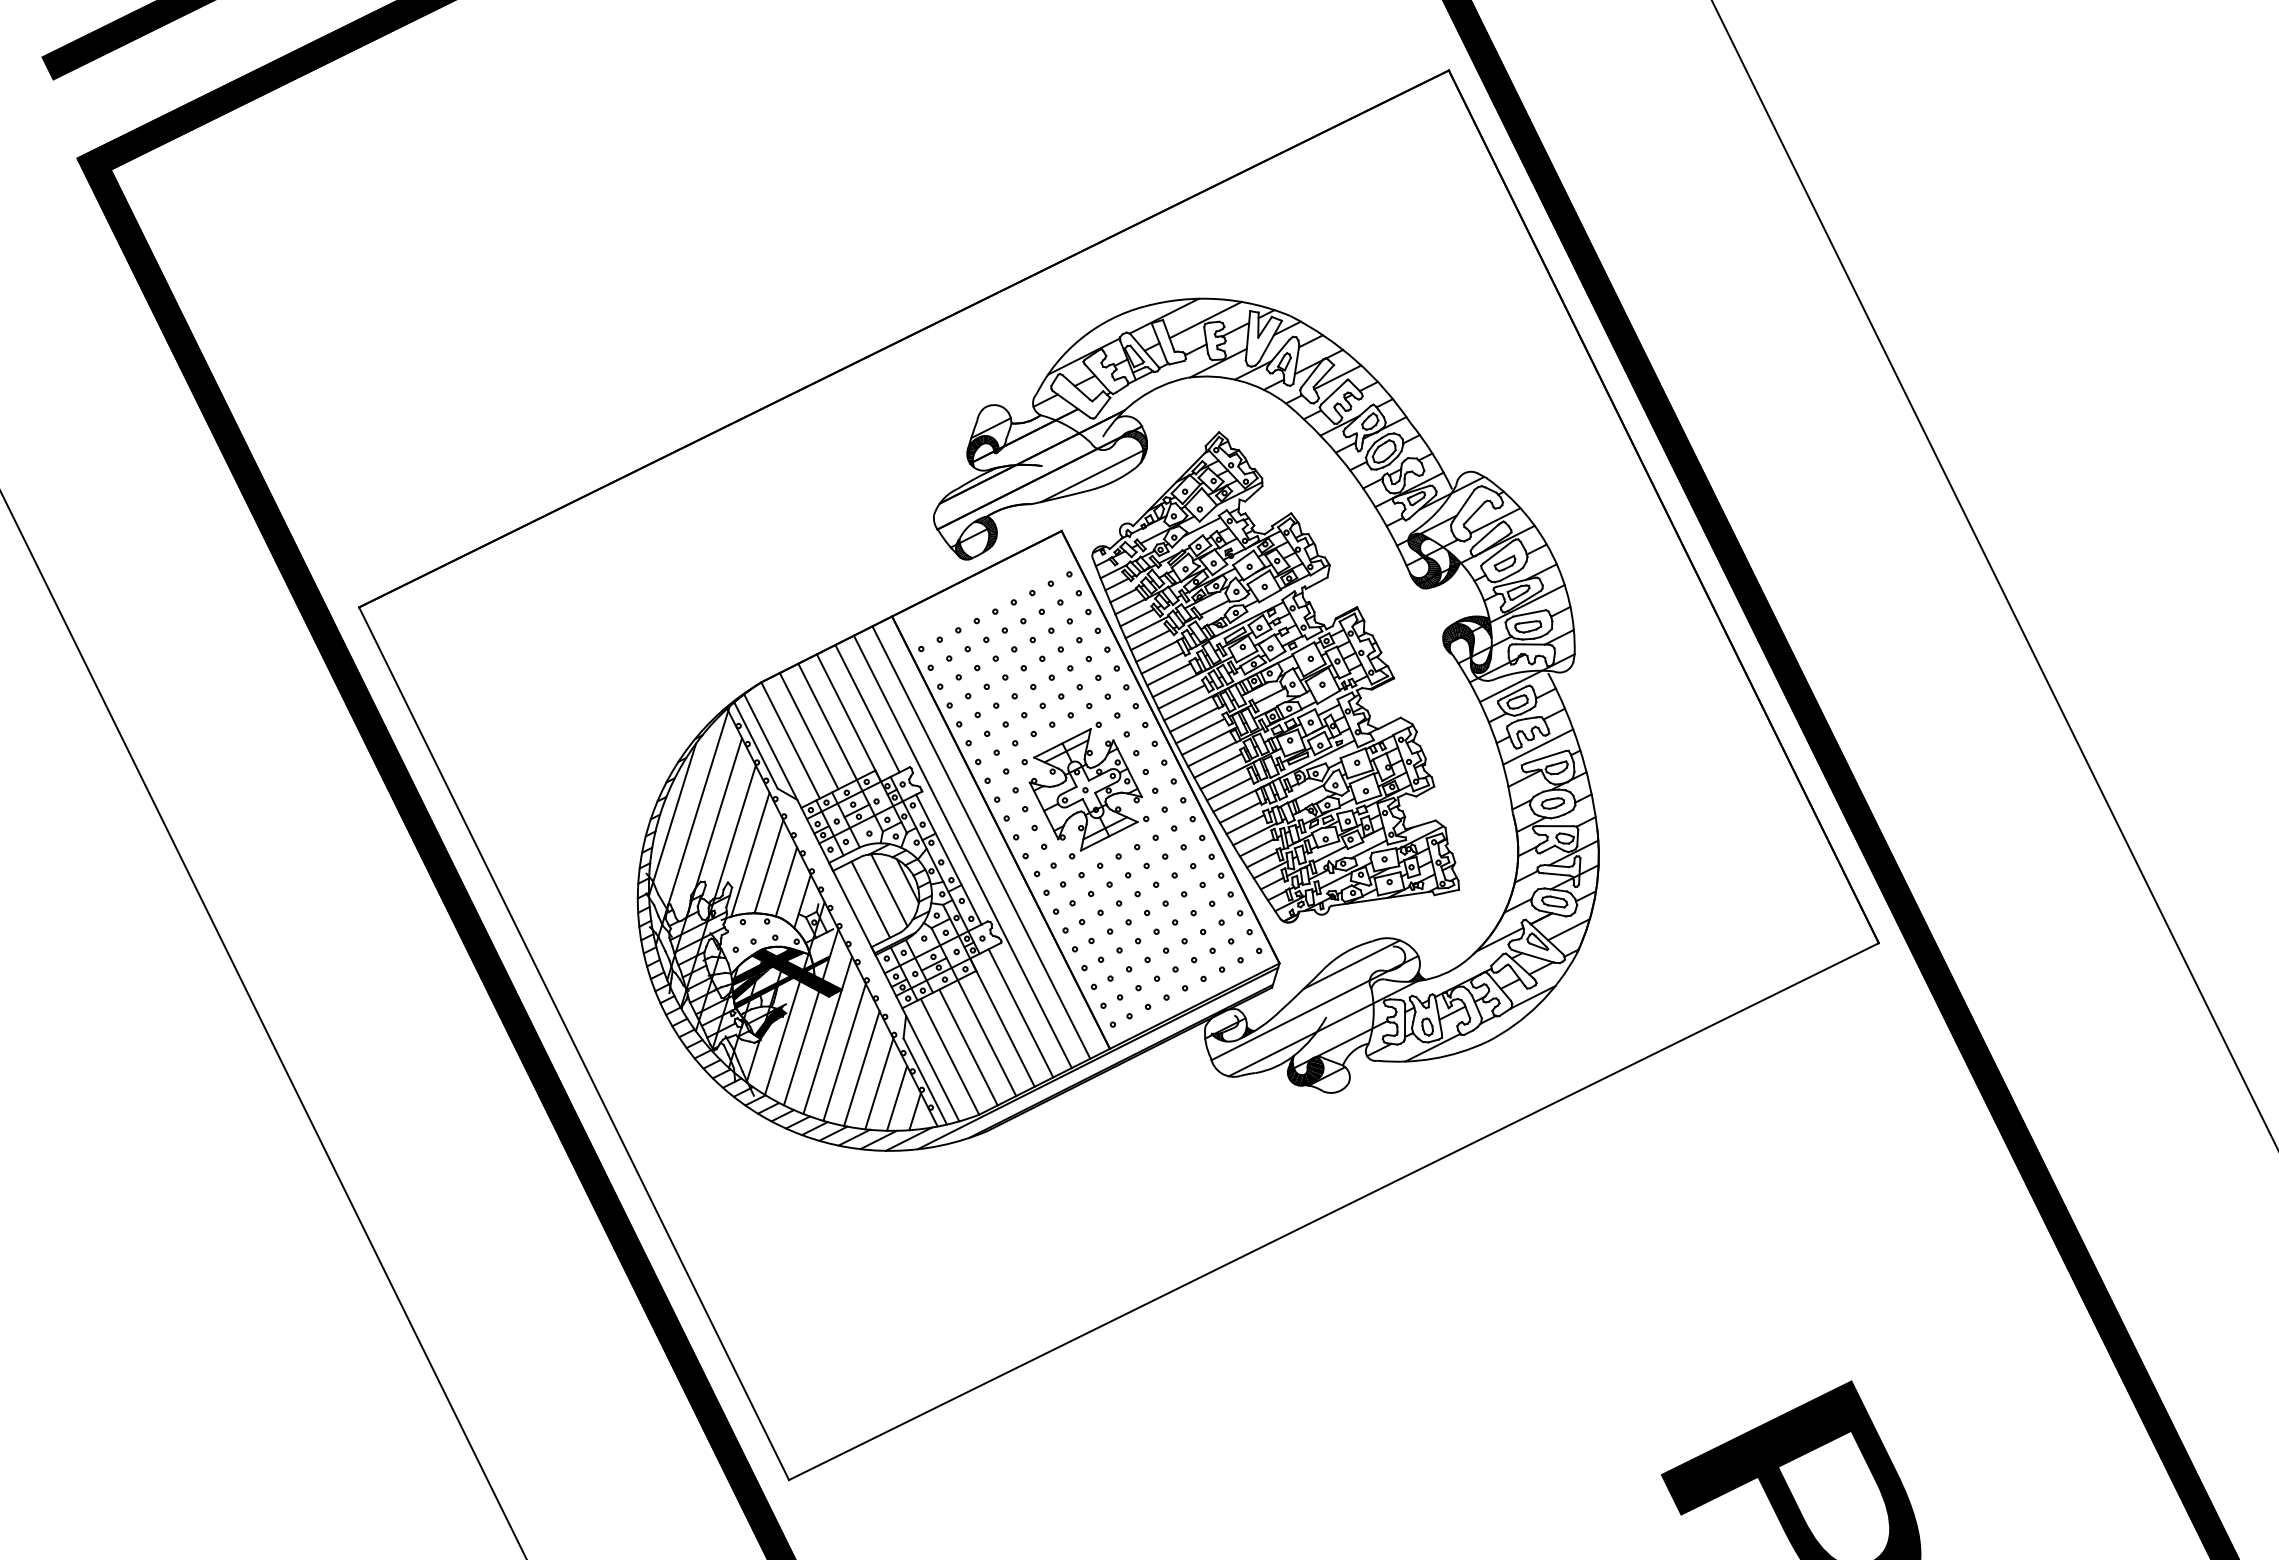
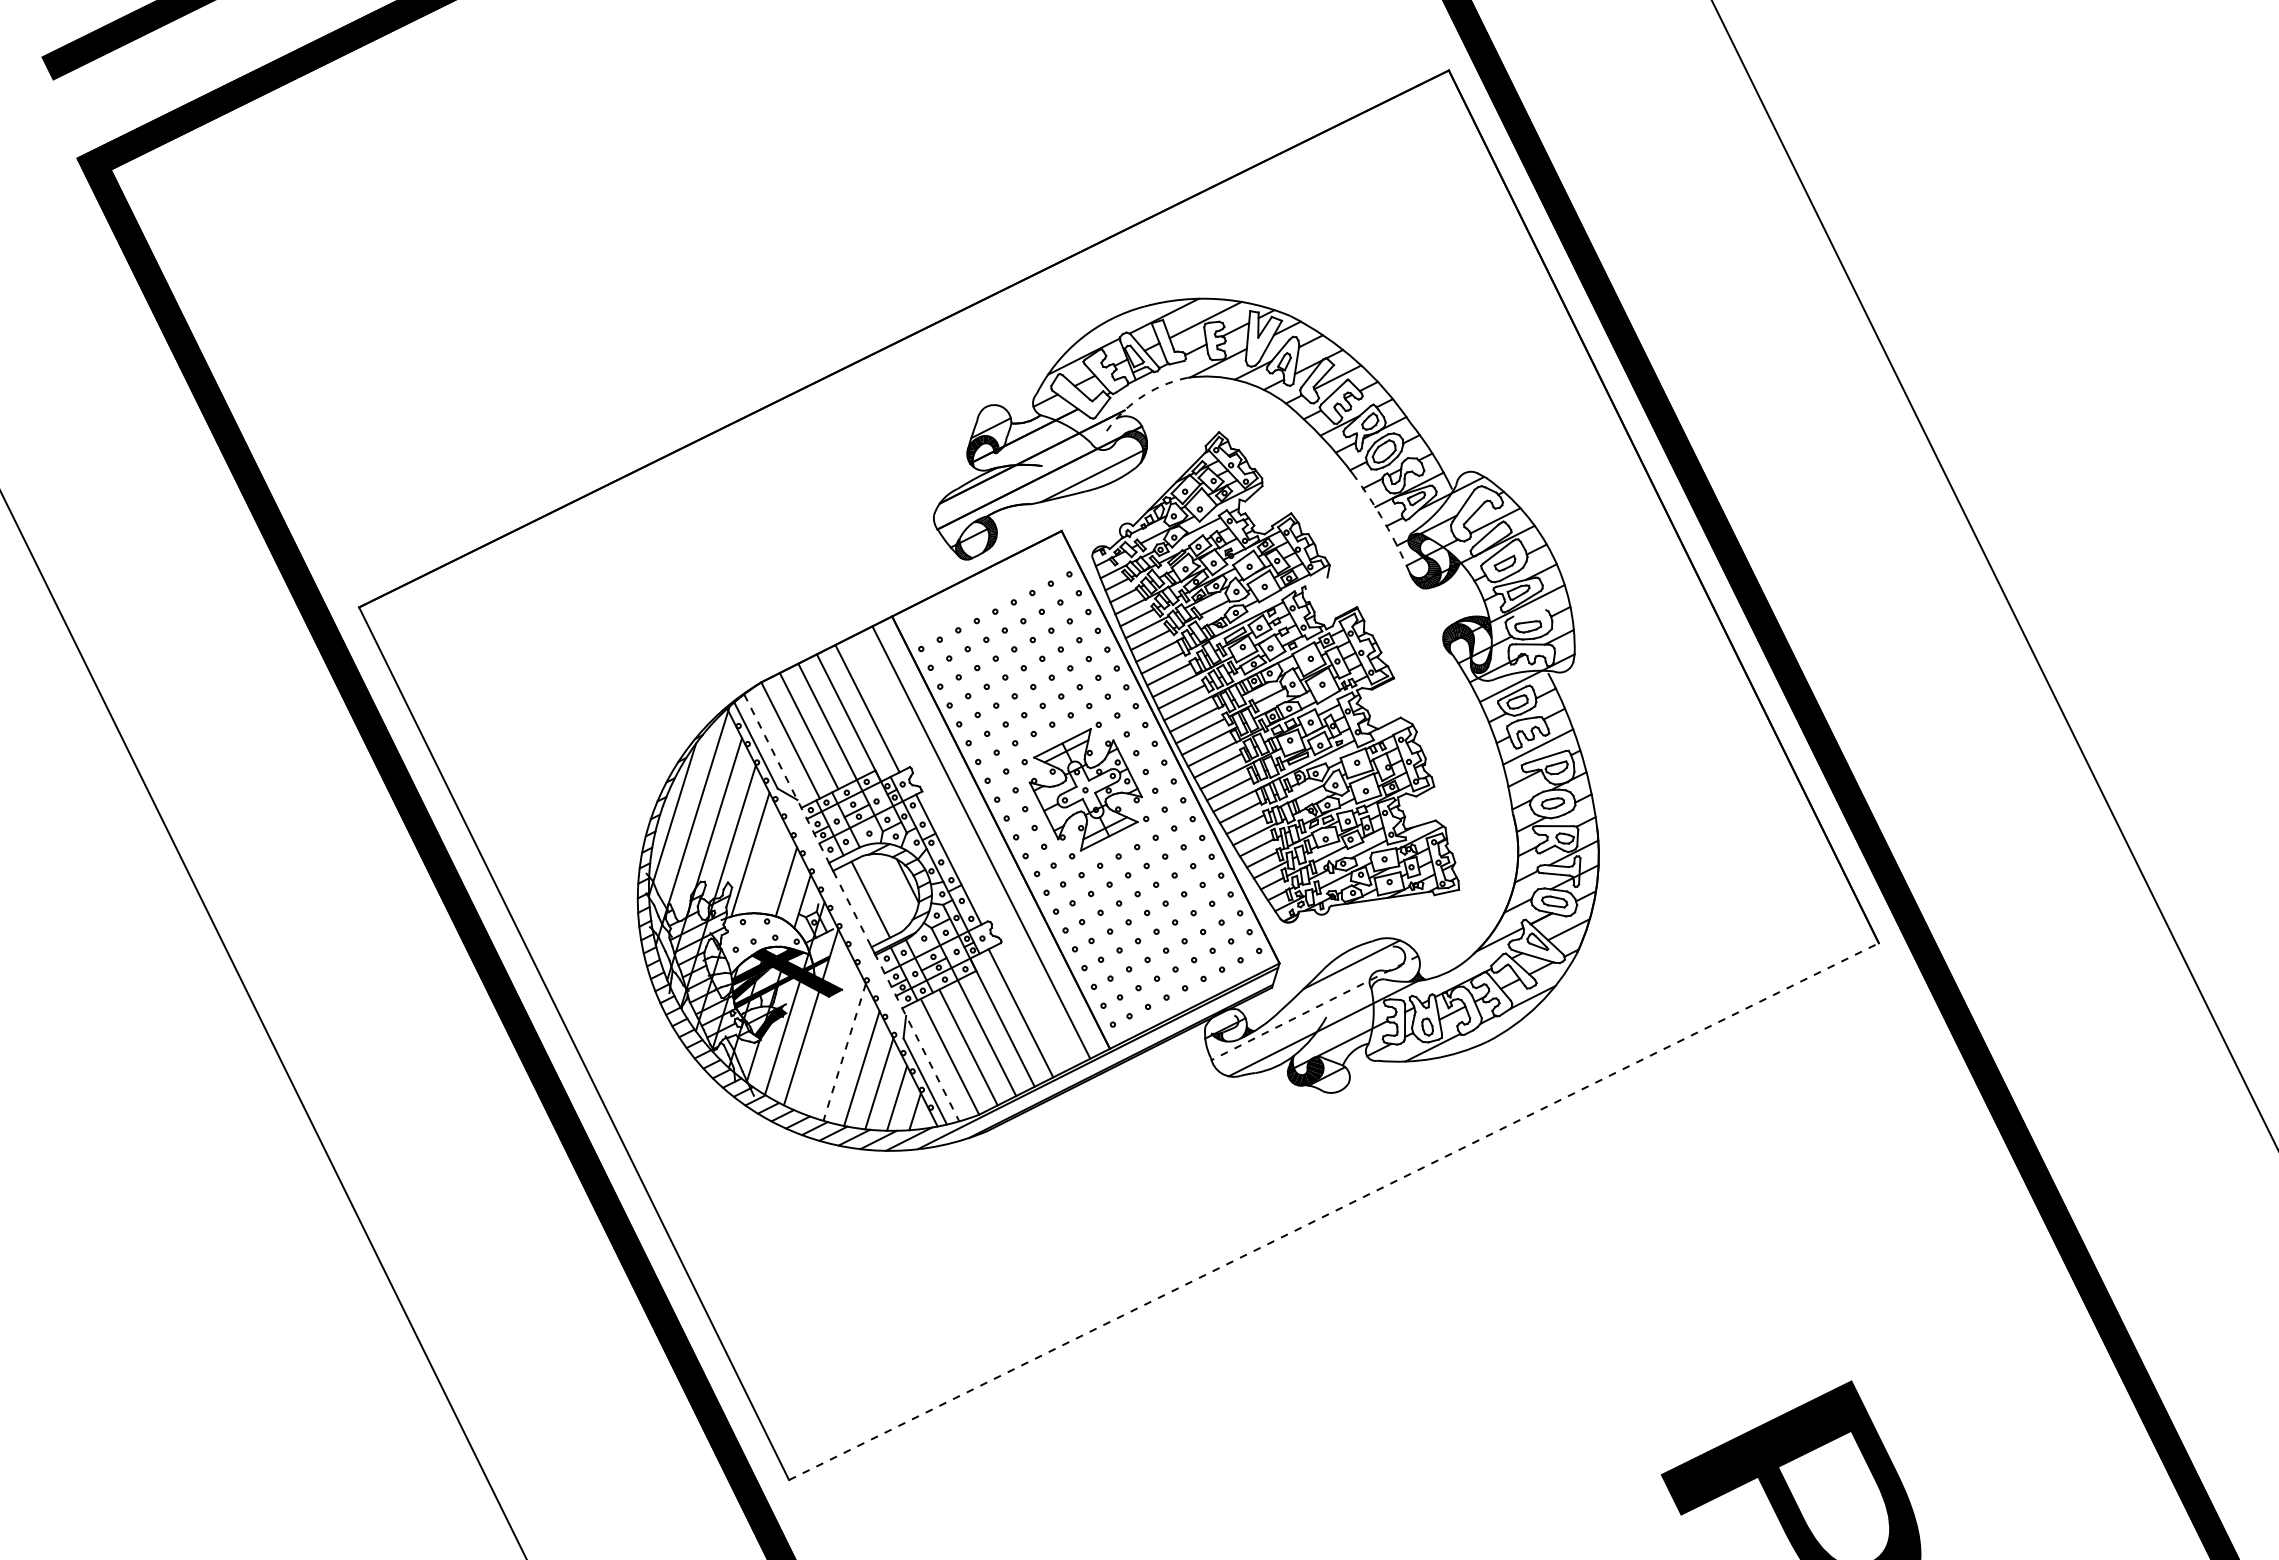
arc at (1139, 398): solid -> dashed
arc at (1384, 522): solid -> dashed
line at (1316, 582): present -> none
line at (1529, 613): present -> none
line at (962, 851): present -> none
line at (768, 866): present -> none
line at (889, 890): present -> none
line at (851, 908): solid -> dashed
line at (1314, 1008): solid -> dashed
line at (827, 1035): present -> none
line at (844, 1052): solid -> dashed
line at (1334, 1211): solid -> dashed
